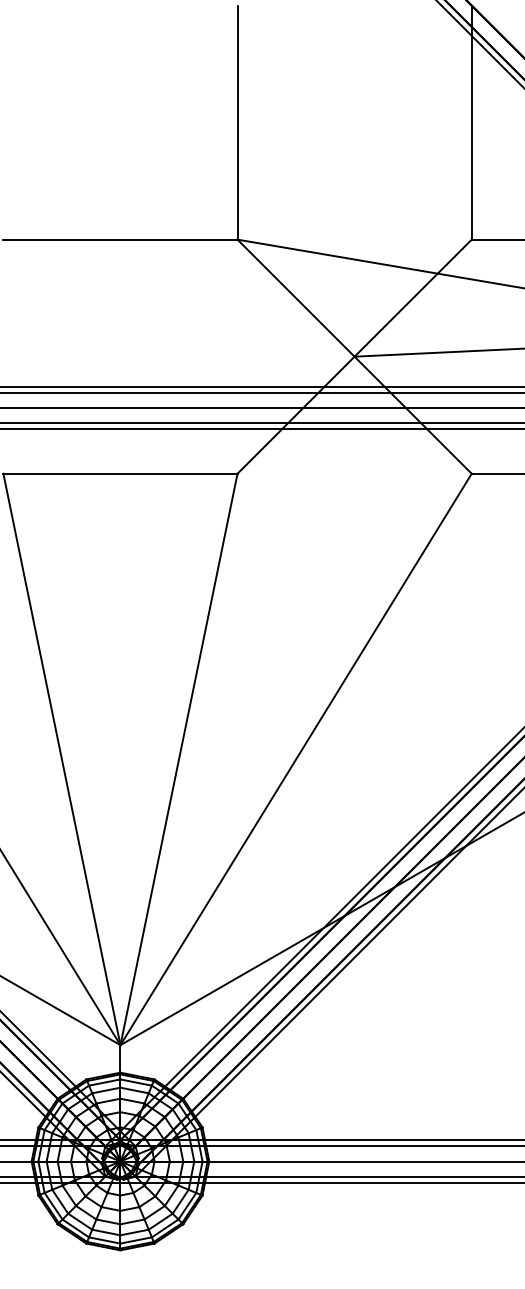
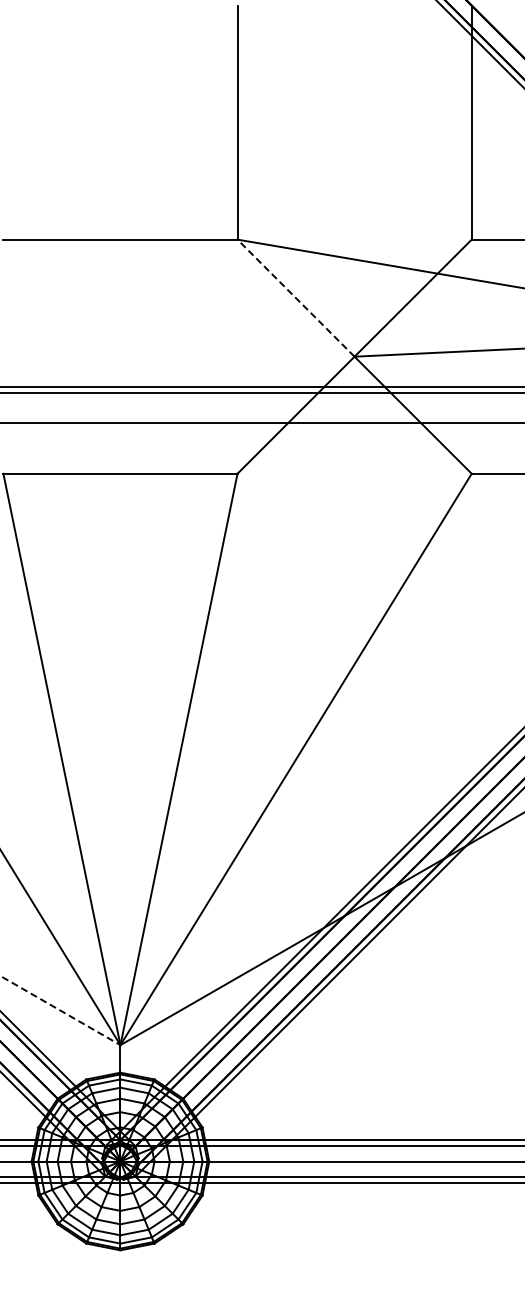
line at (296, 298): solid -> dashed
line at (261, 407): present -> none
line at (261, 429): present -> none
line at (60, 1010): solid -> dashed
